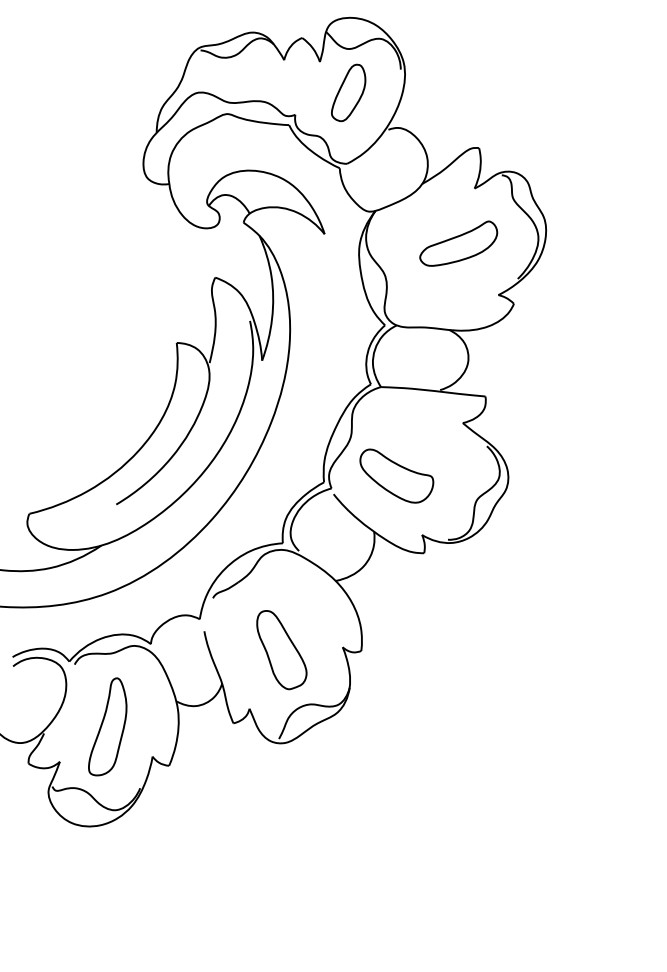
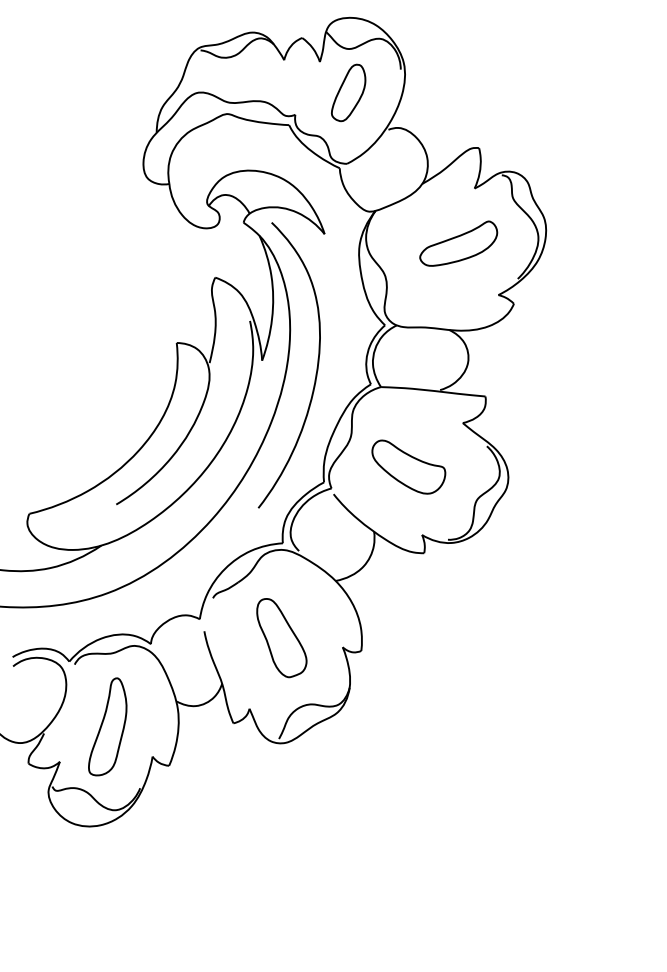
curve at (316, 367): none -> present
part at (396, 475) position: (396, 475) -> (408, 466)
part at (281, 650) position: (281, 650) -> (281, 638)
